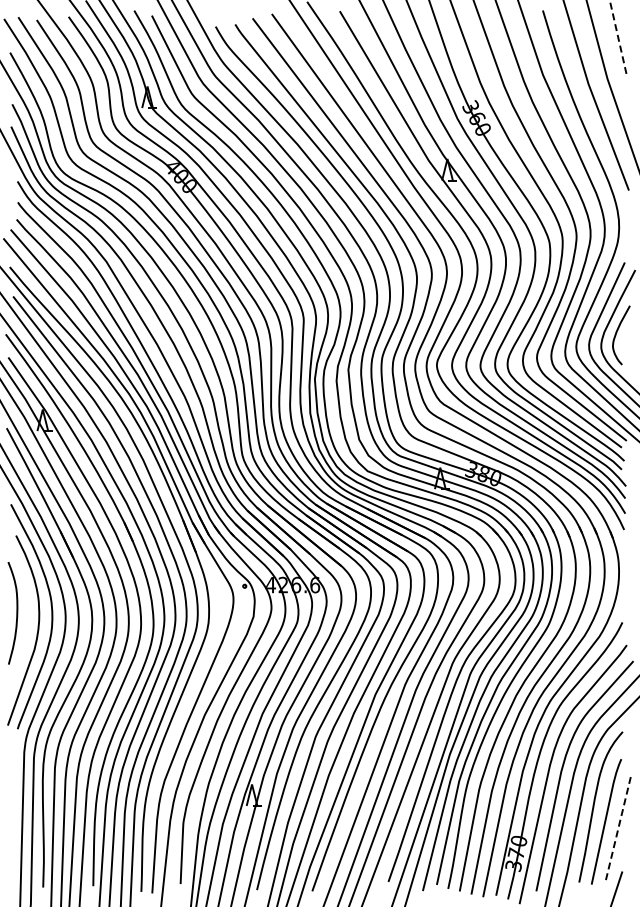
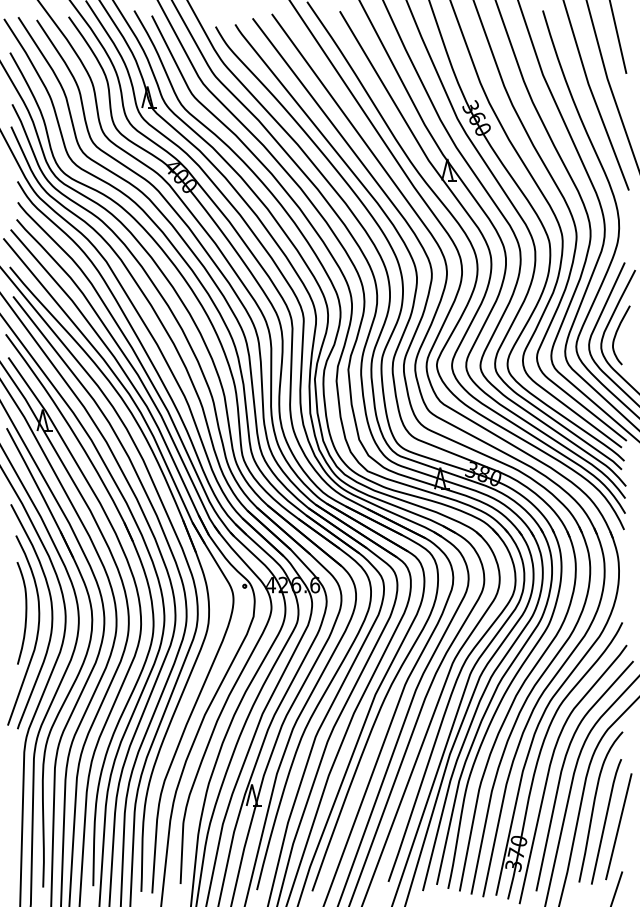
line at (618, 36): dashed -> solid
curve at (16, 613) position: (16, 613) -> (25, 613)
line at (618, 826): dashed -> solid
